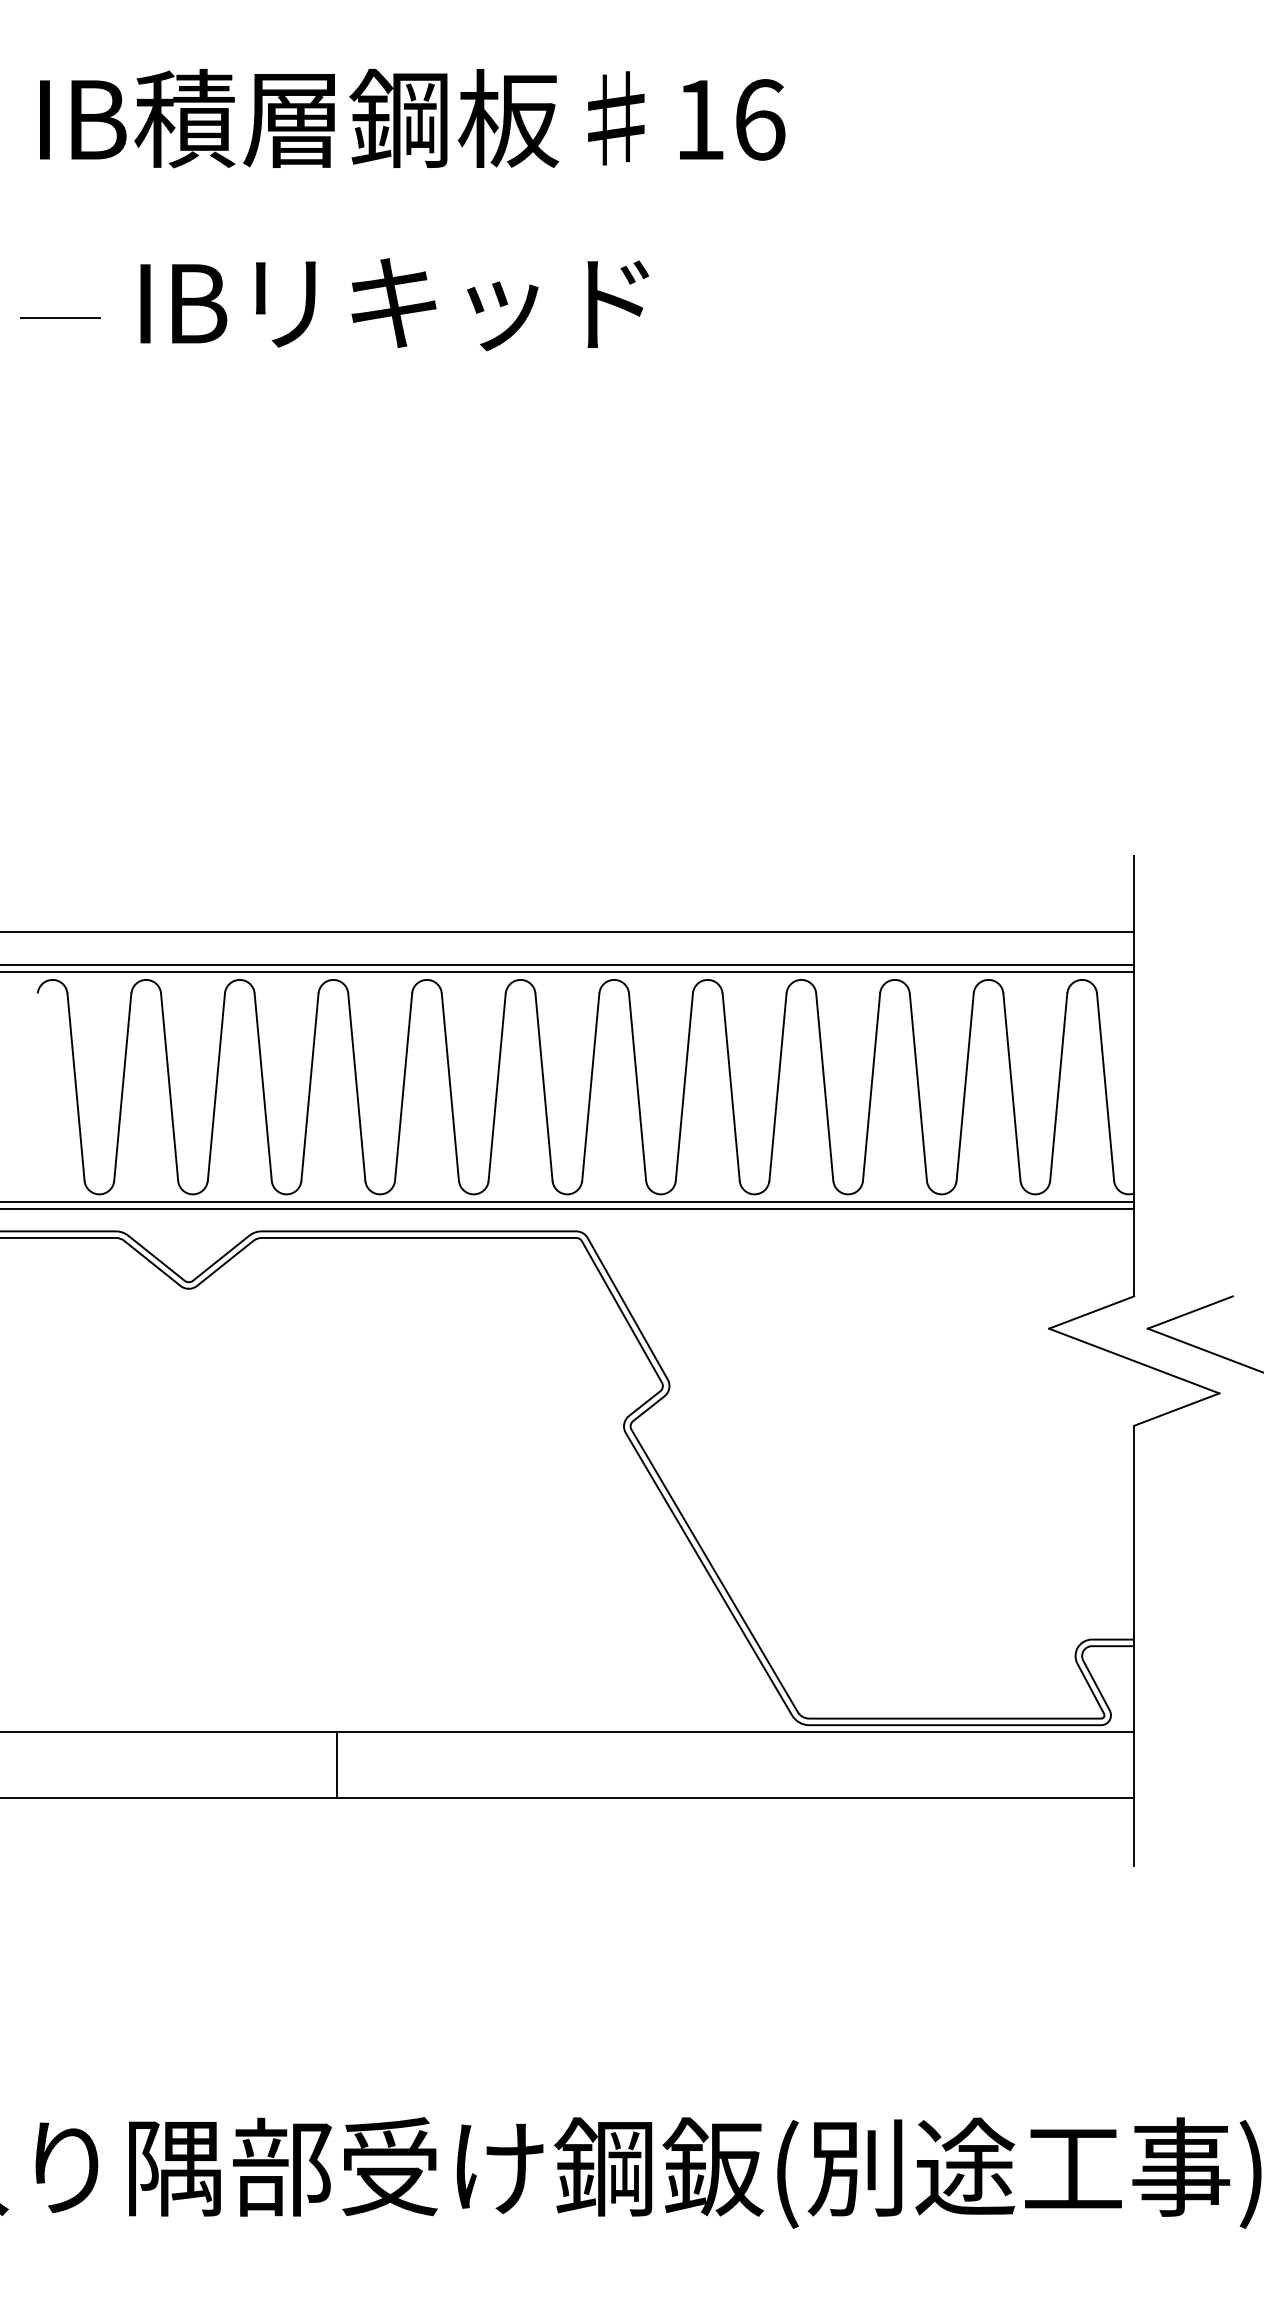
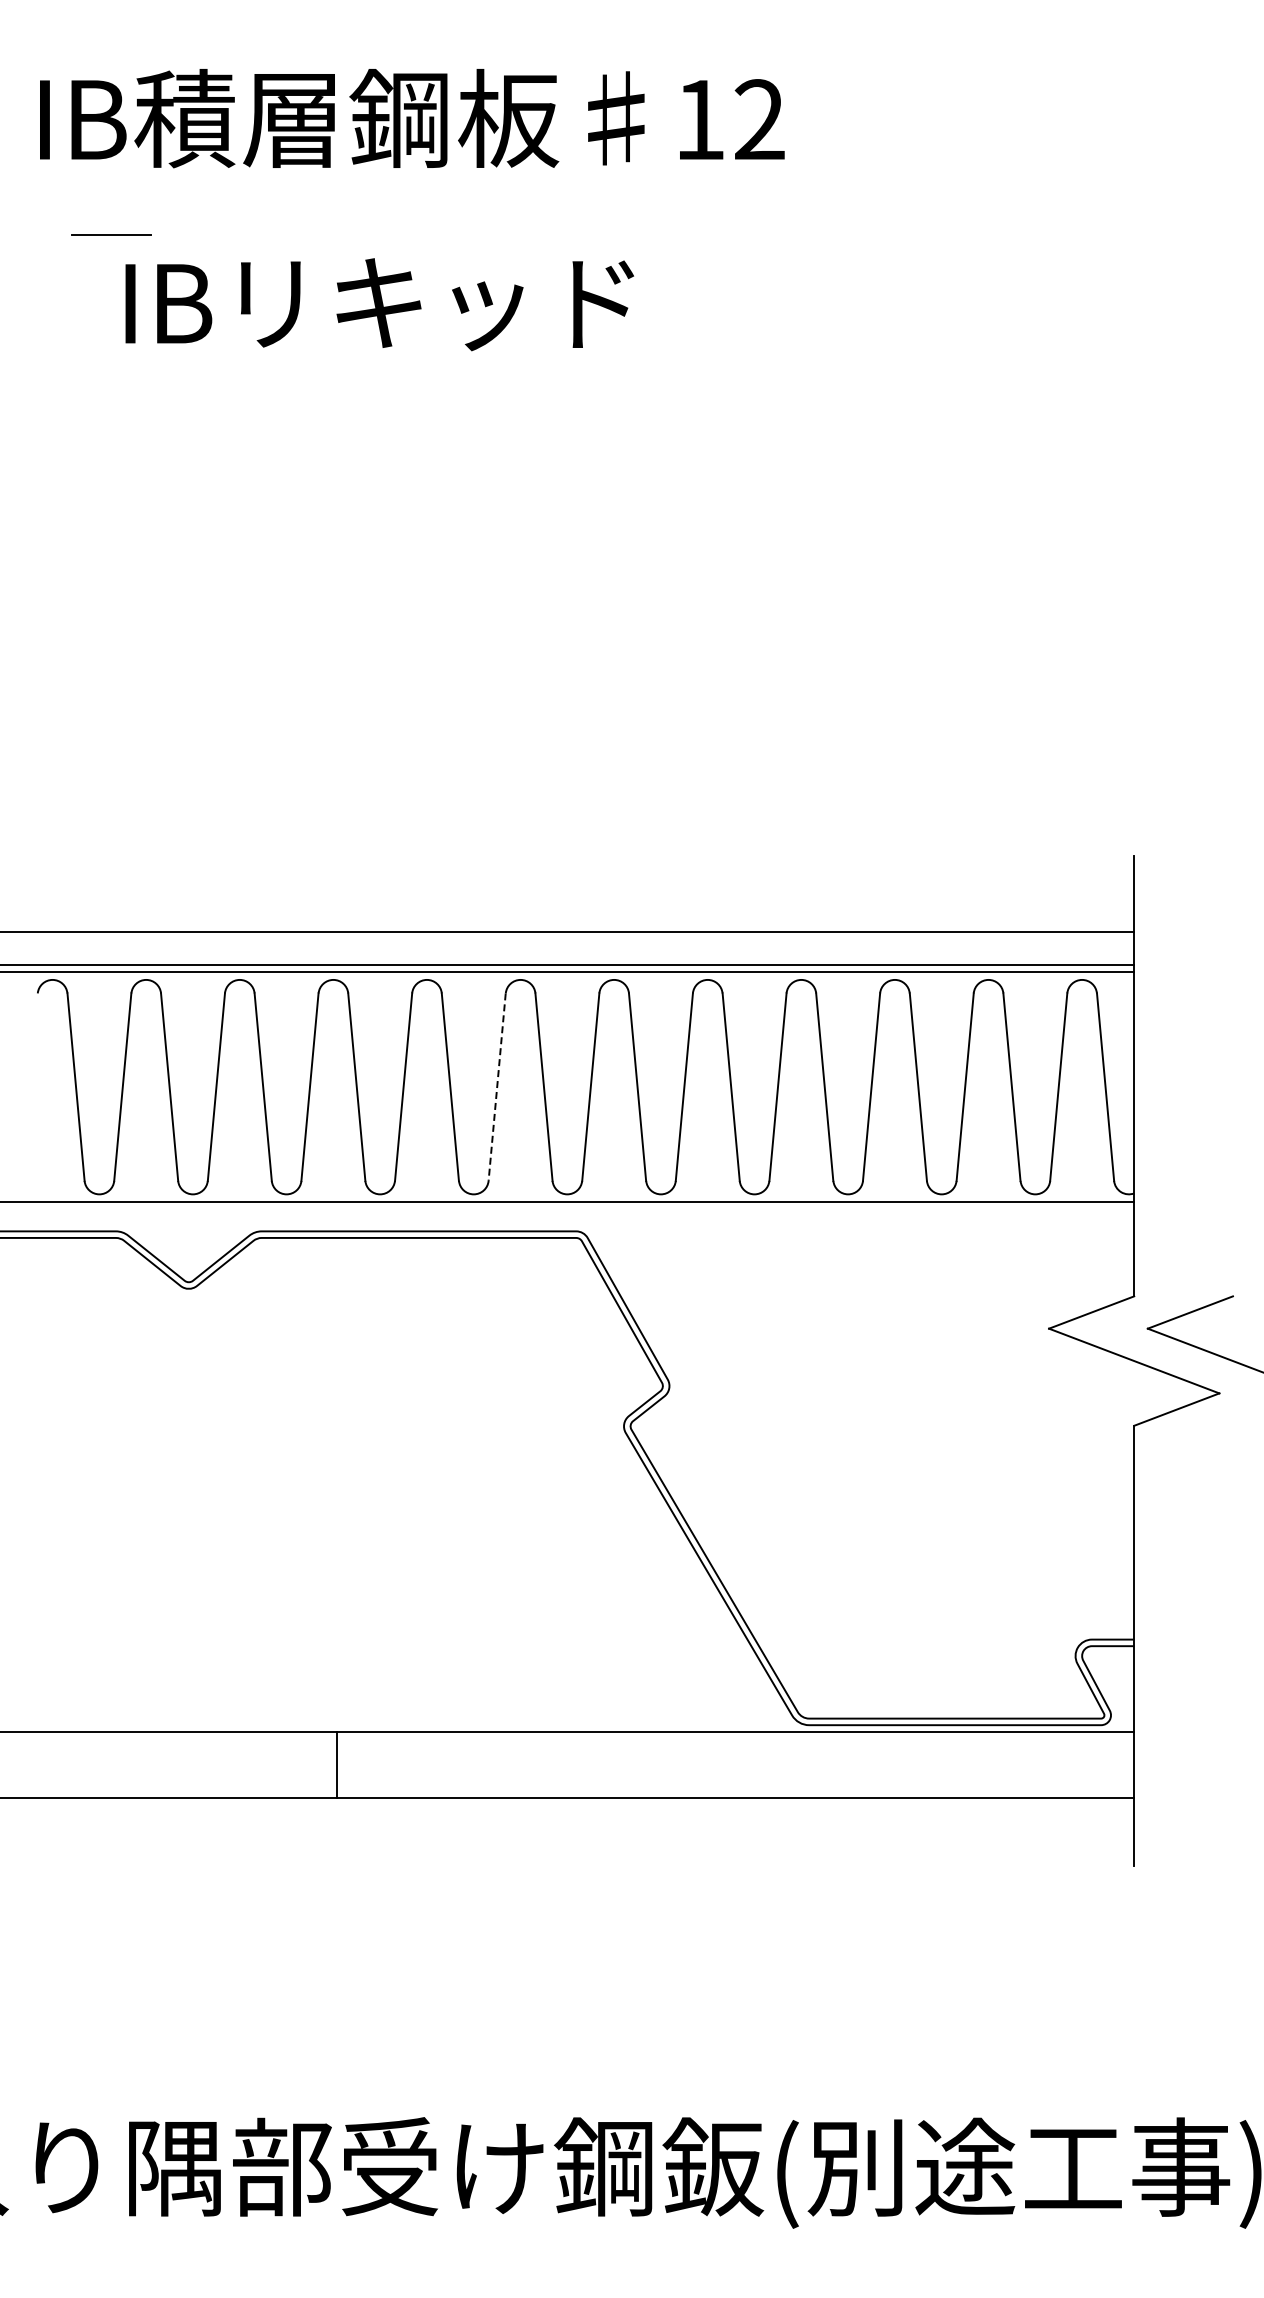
text at (759, 119): 16 -> 12
text at (394, 304) position: (394, 304) -> (379, 304)
line at (60, 317) position: (60, 317) -> (111, 234)
line at (497, 1087): solid -> dashed
line at (568, 1208): present -> none
